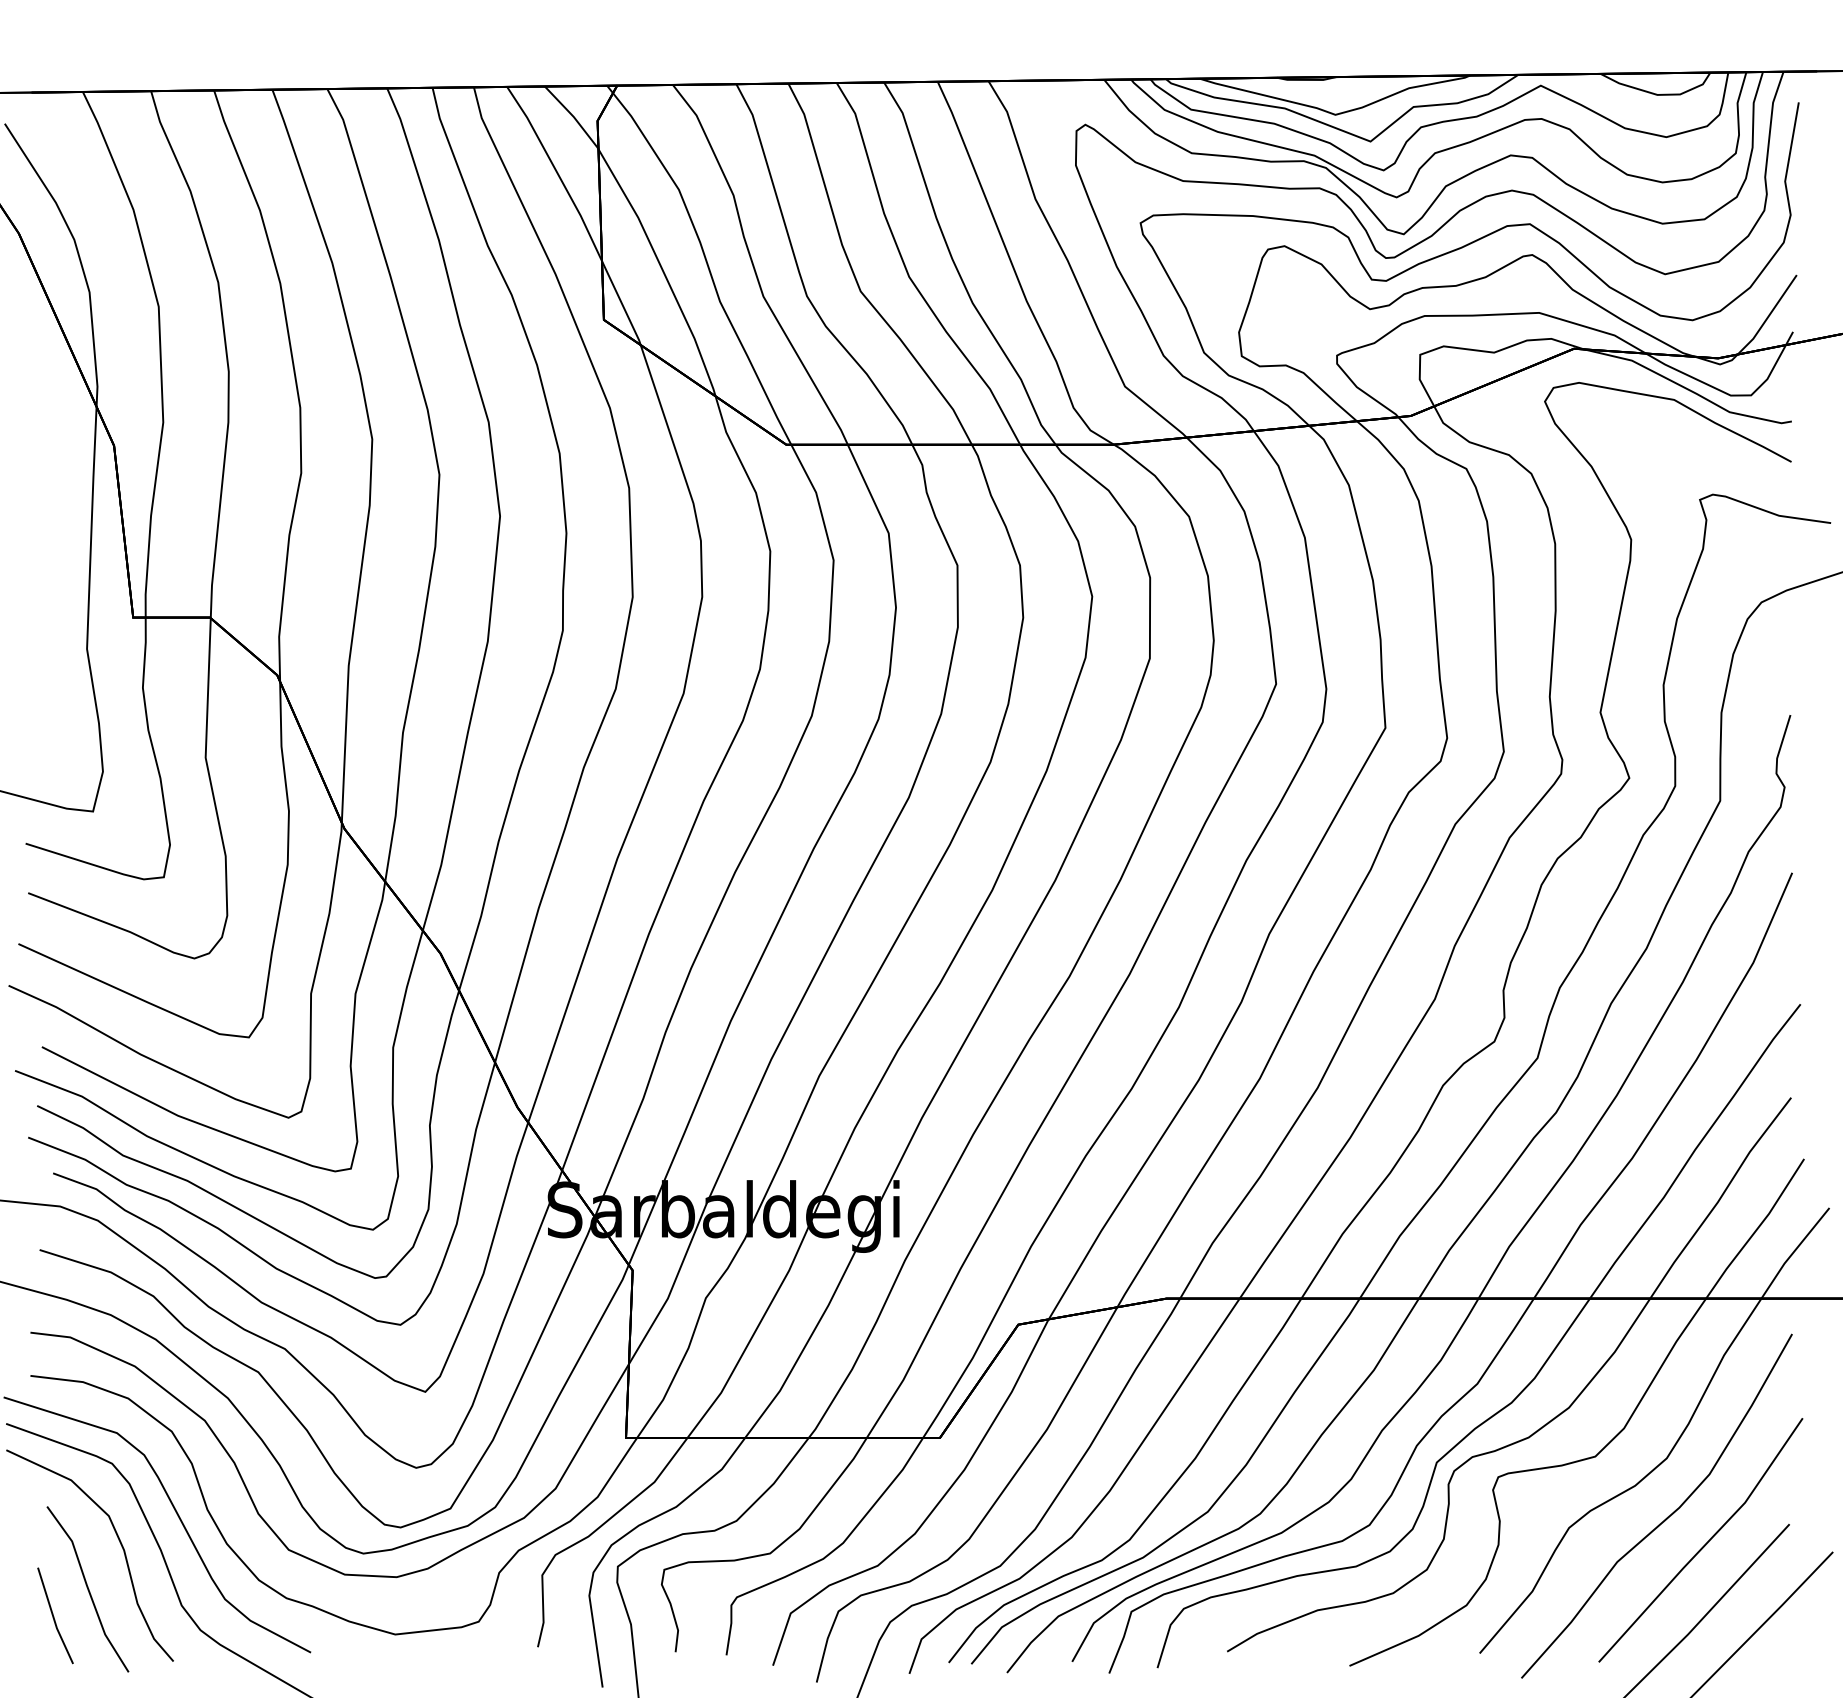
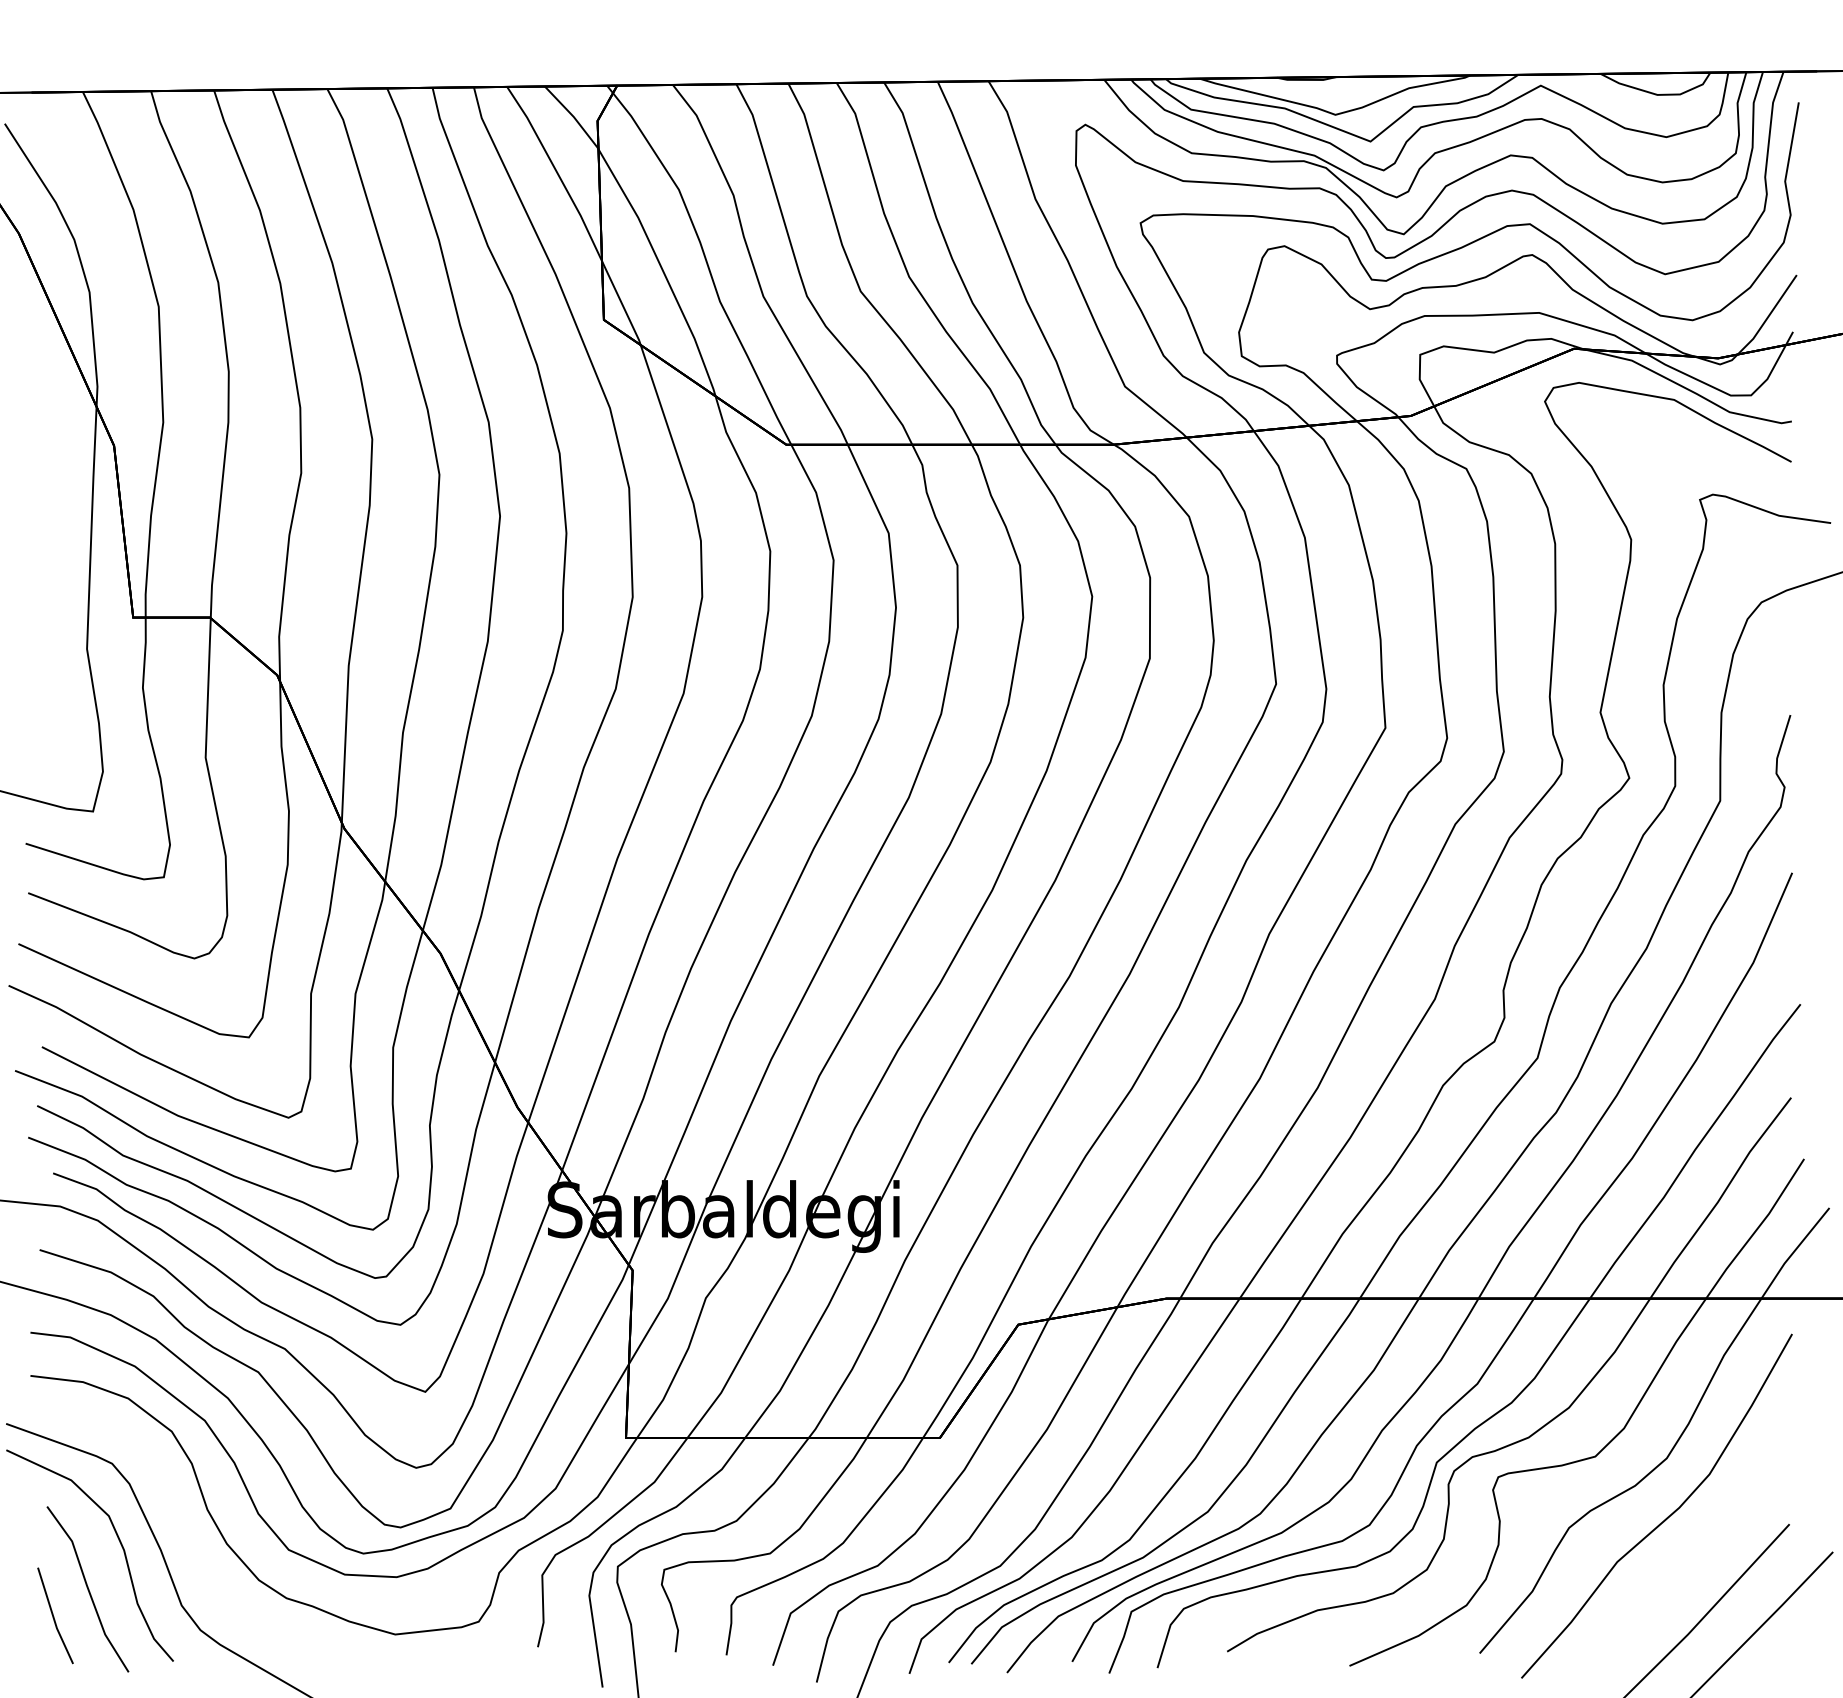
curve at (176, 1514): present -> none
line at (1704, 1544): present -> none
